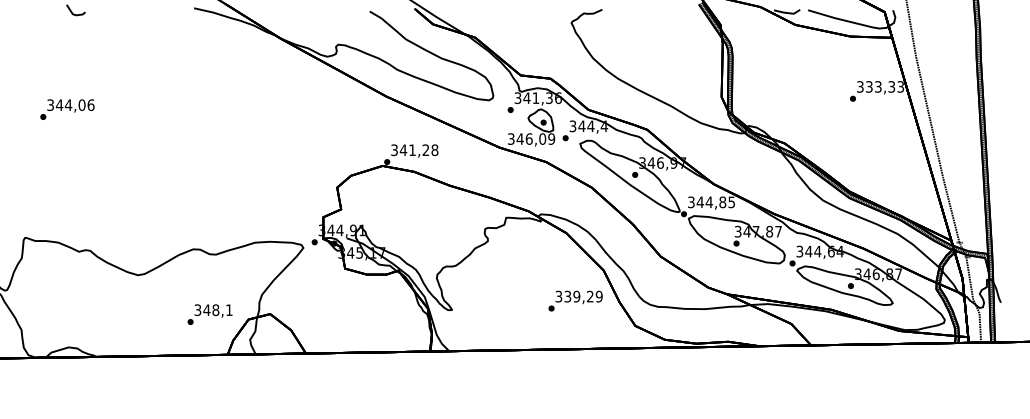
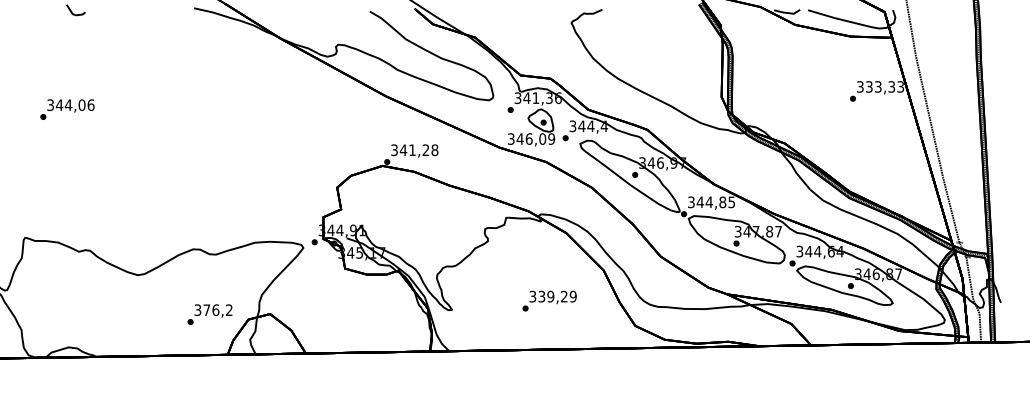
text at (575, 300) position: (575, 300) -> (549, 300)
text at (217, 309): 348,1 -> 376,2
